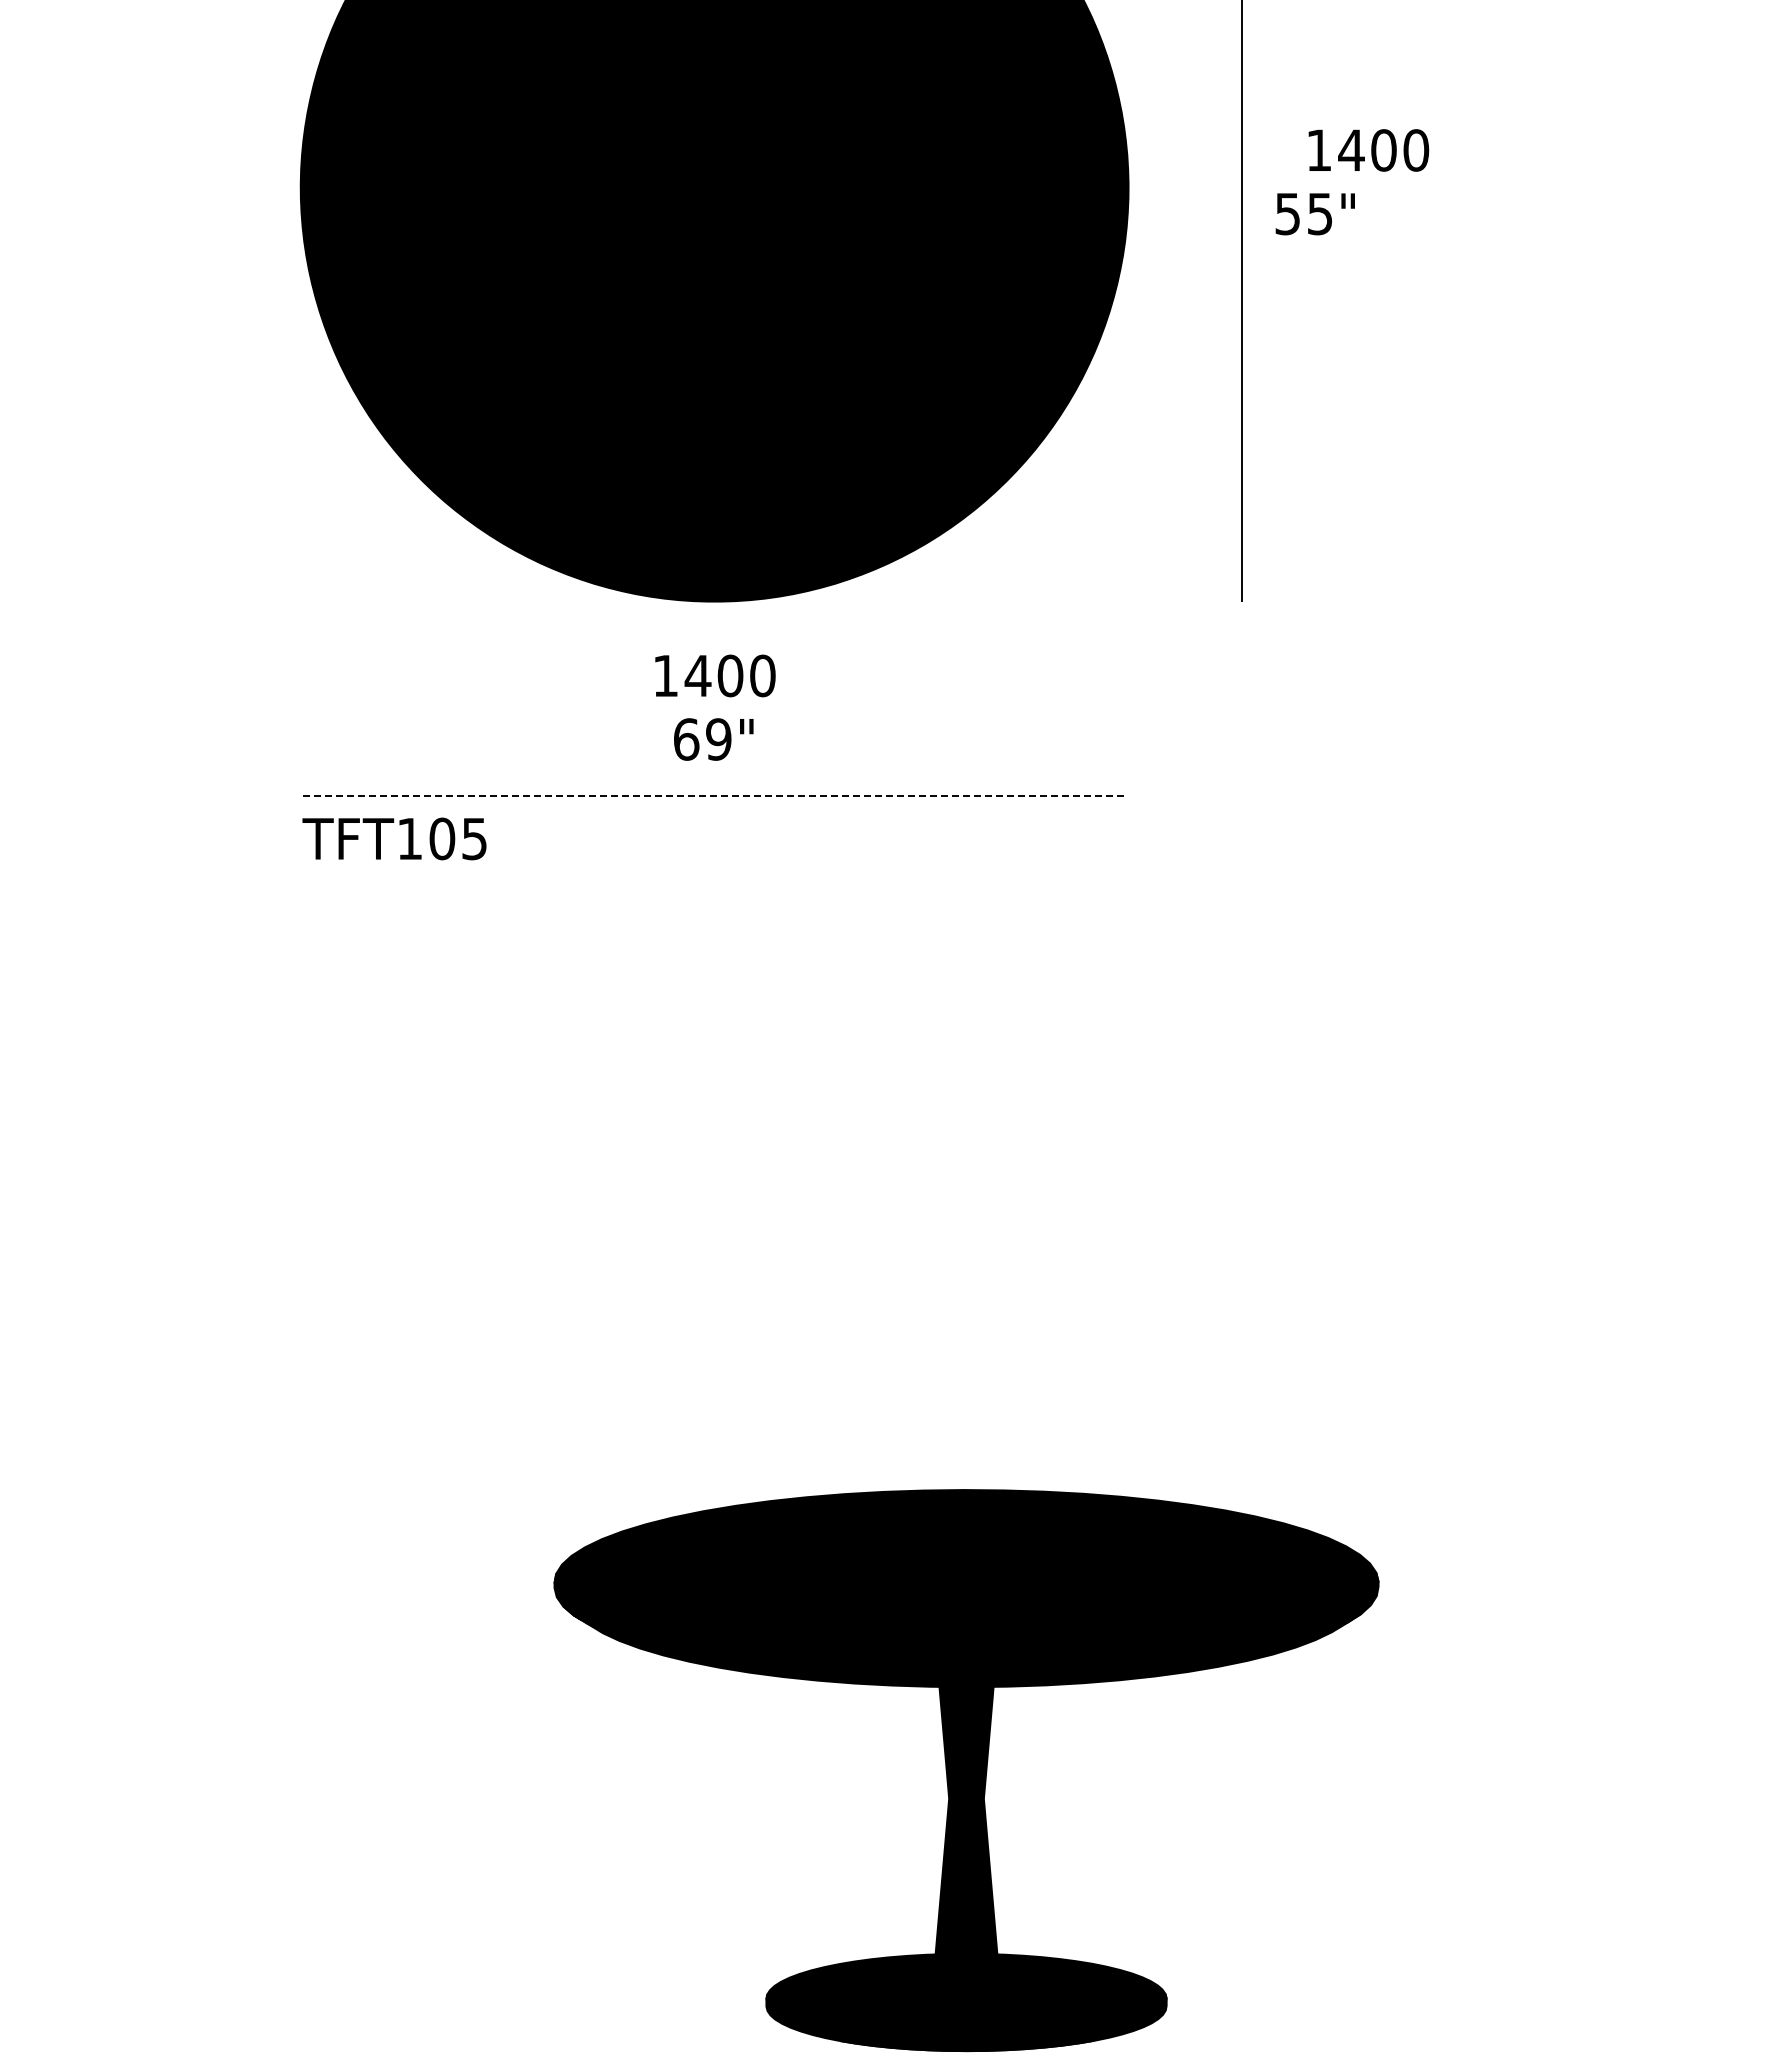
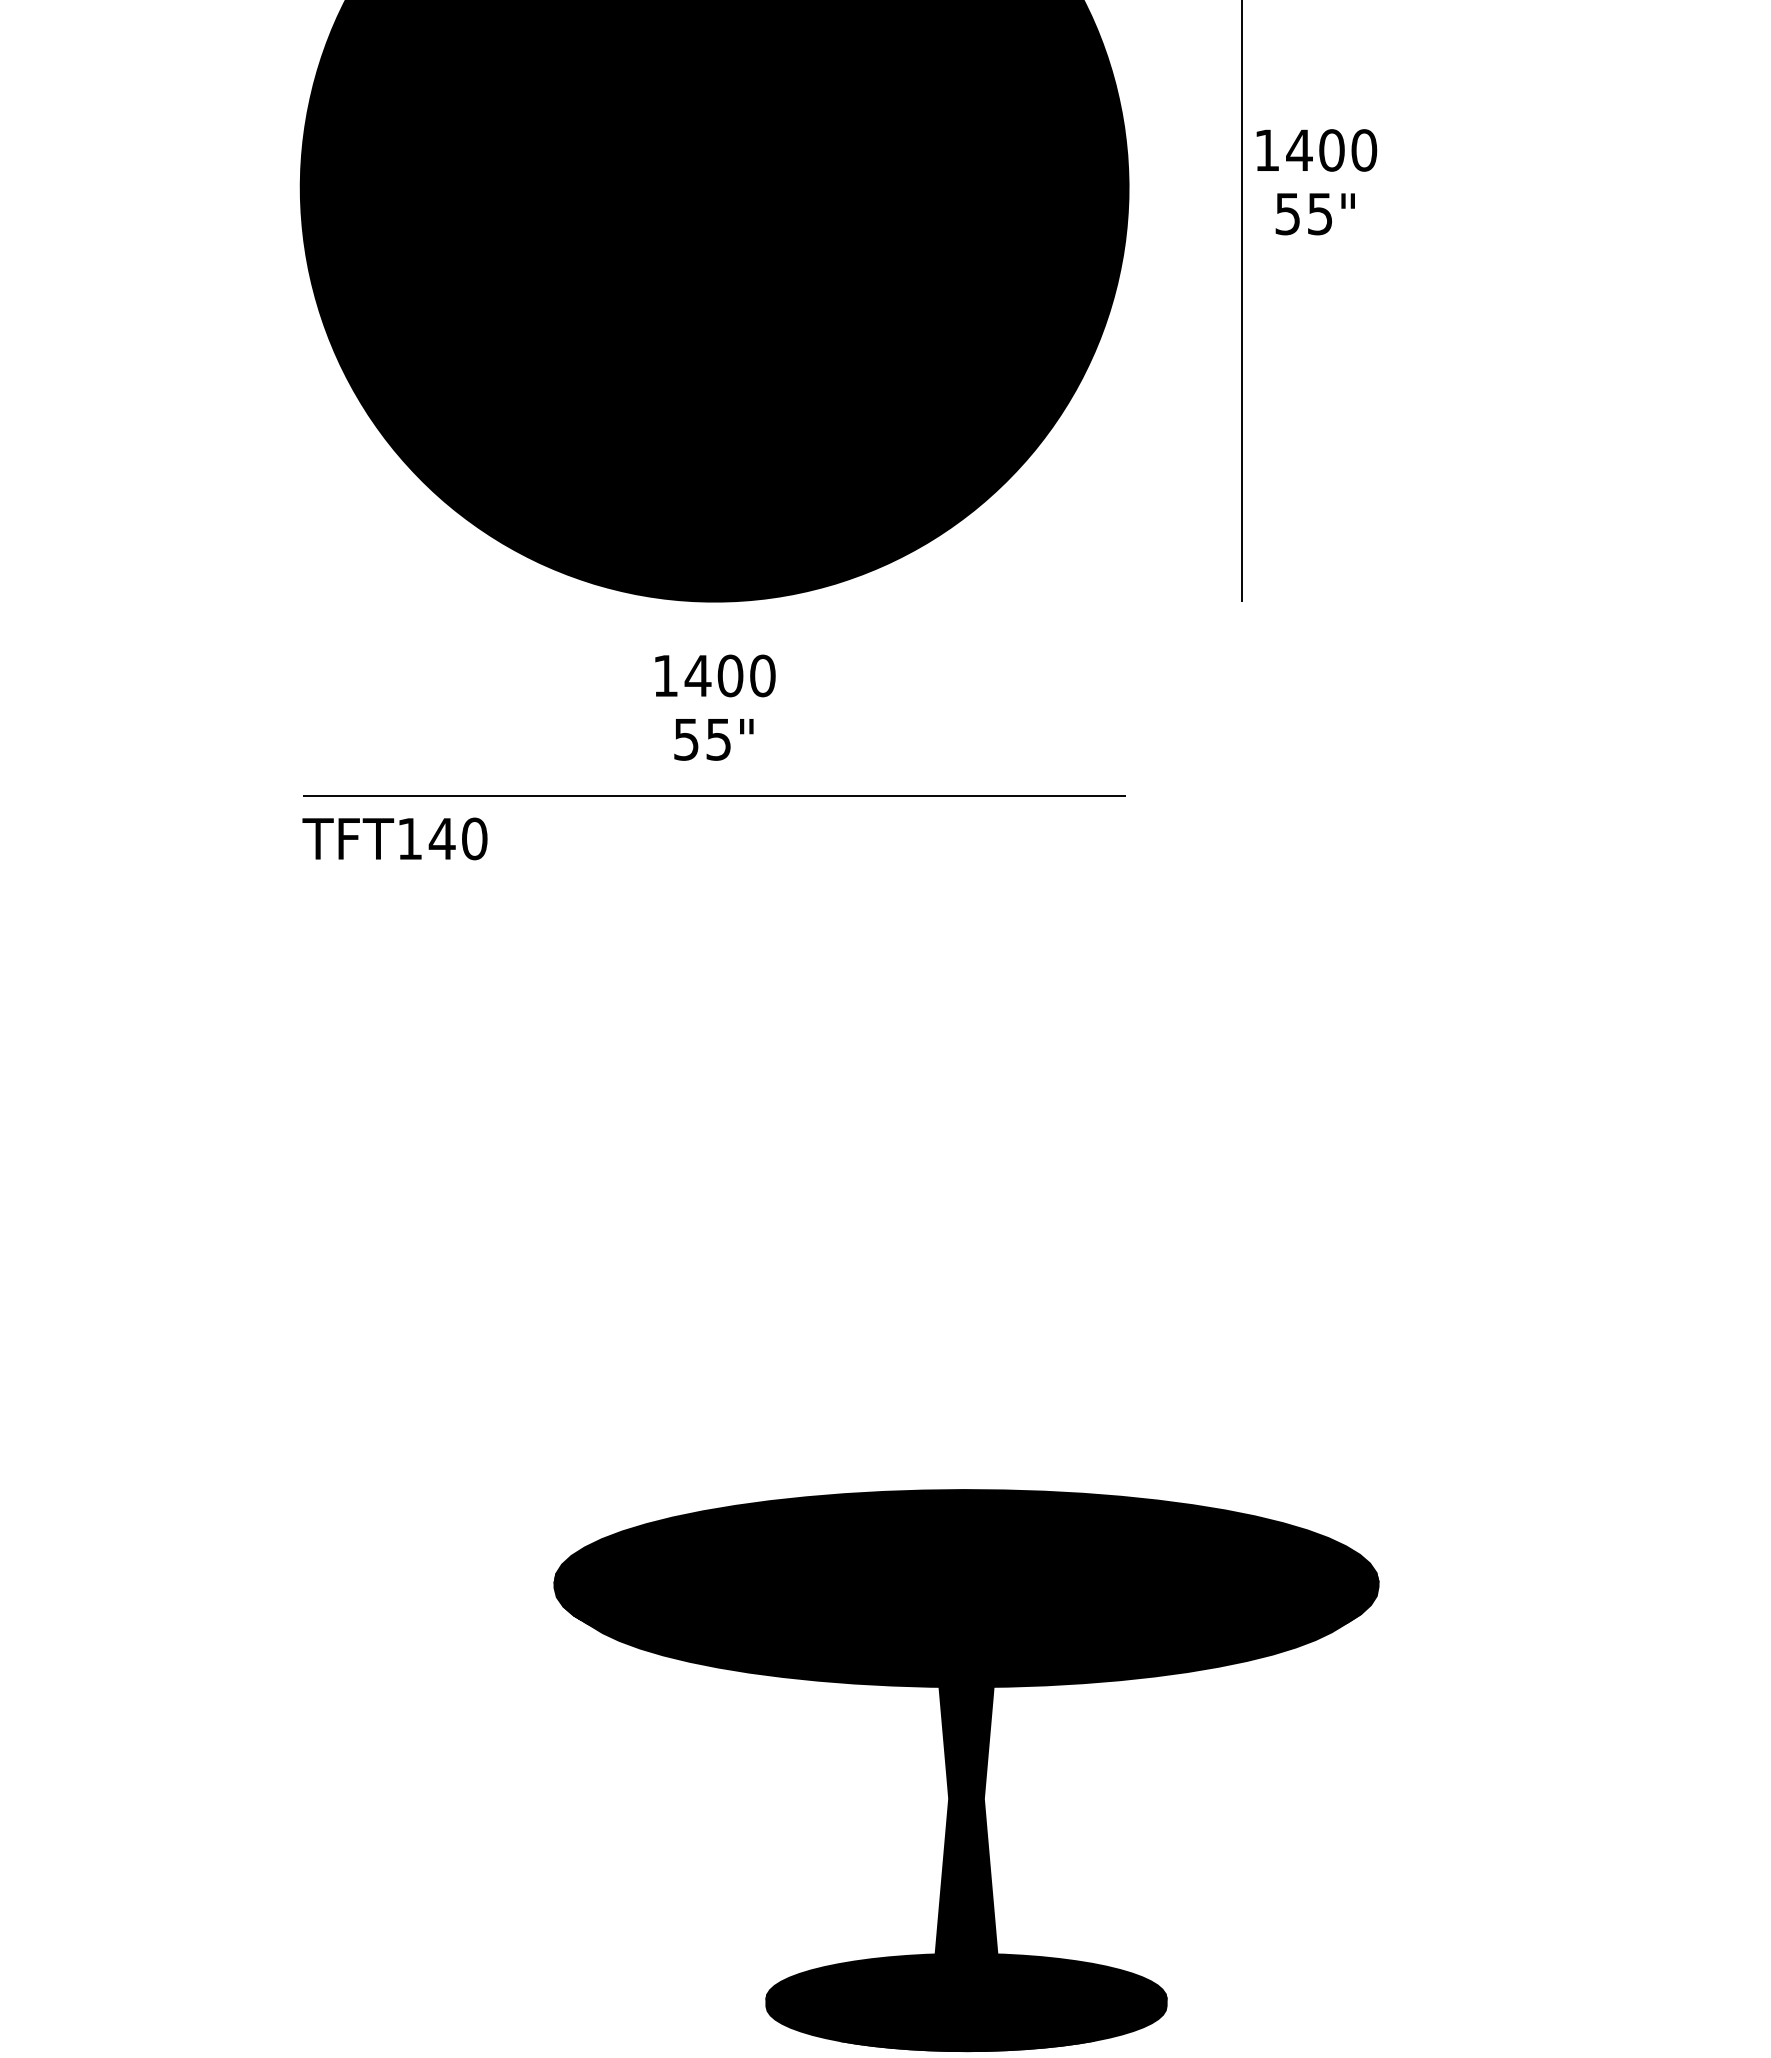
text at (1368, 150) position: (1368, 150) -> (1316, 150)
text at (702, 739): 69" -> 55"
line at (714, 796): dashed -> solid
text at (457, 838): TFT105 -> TFT140
